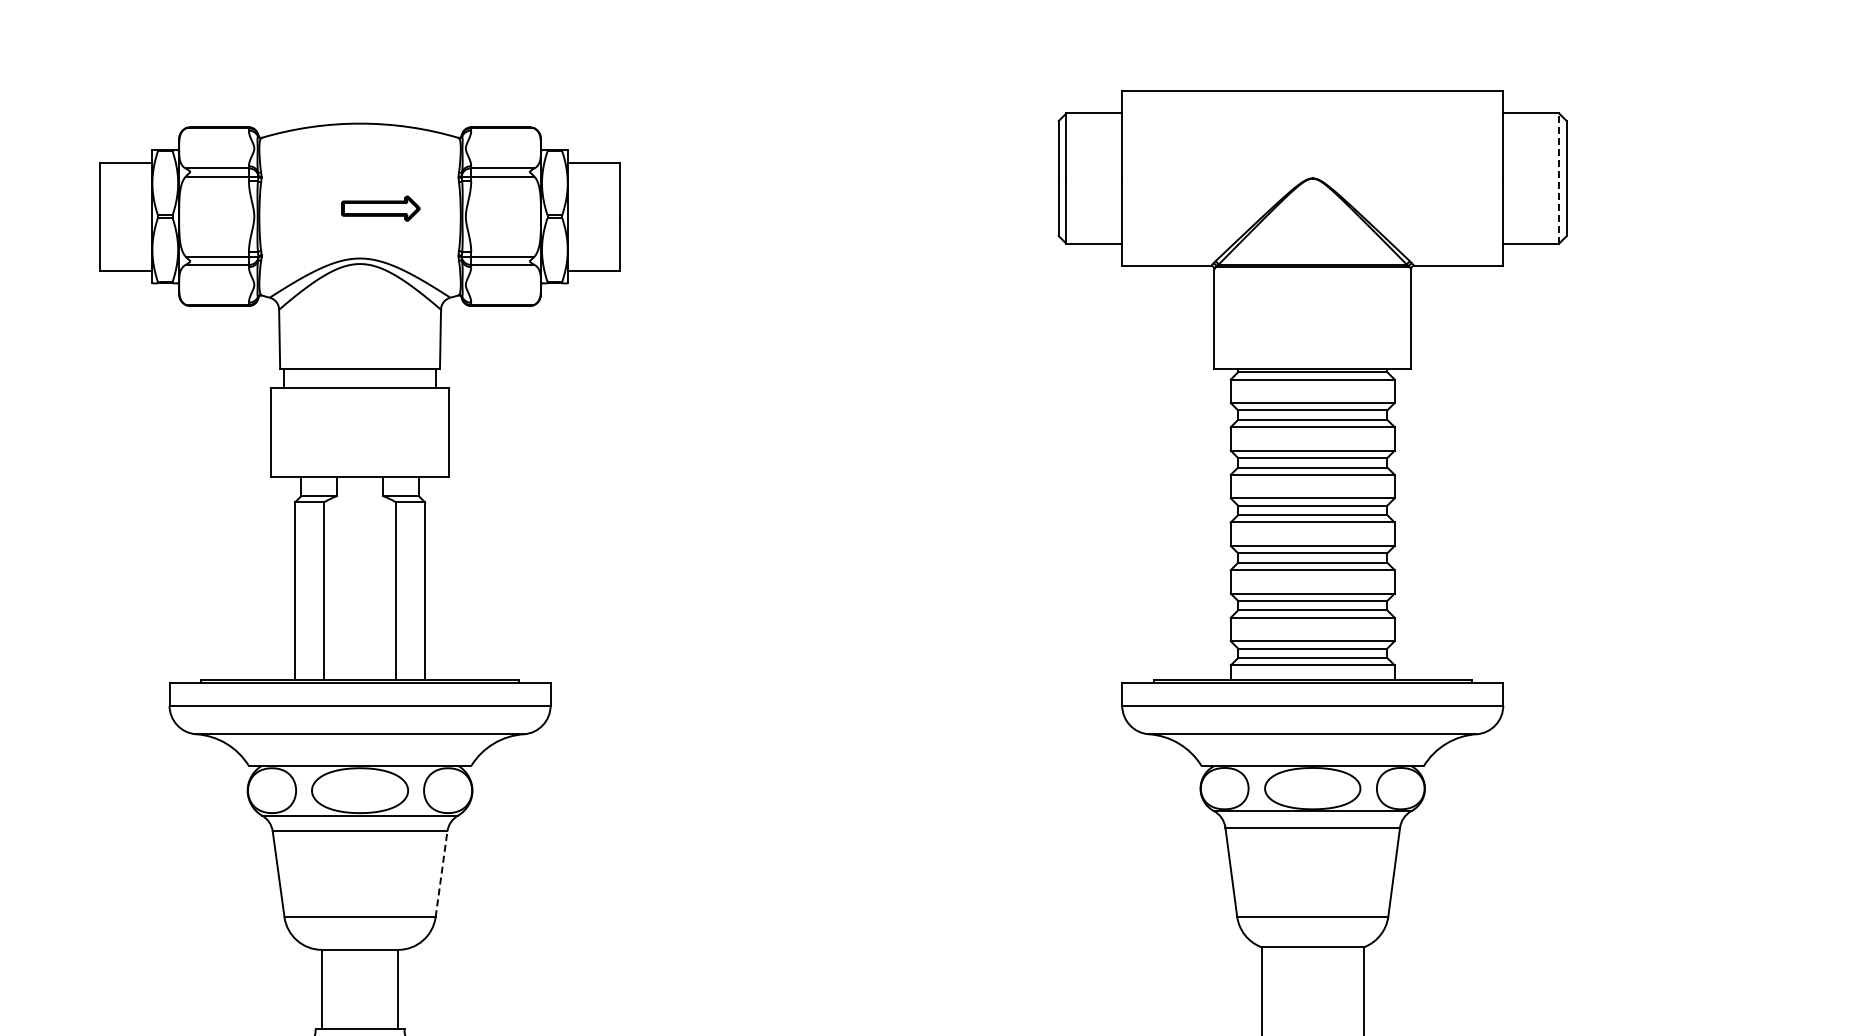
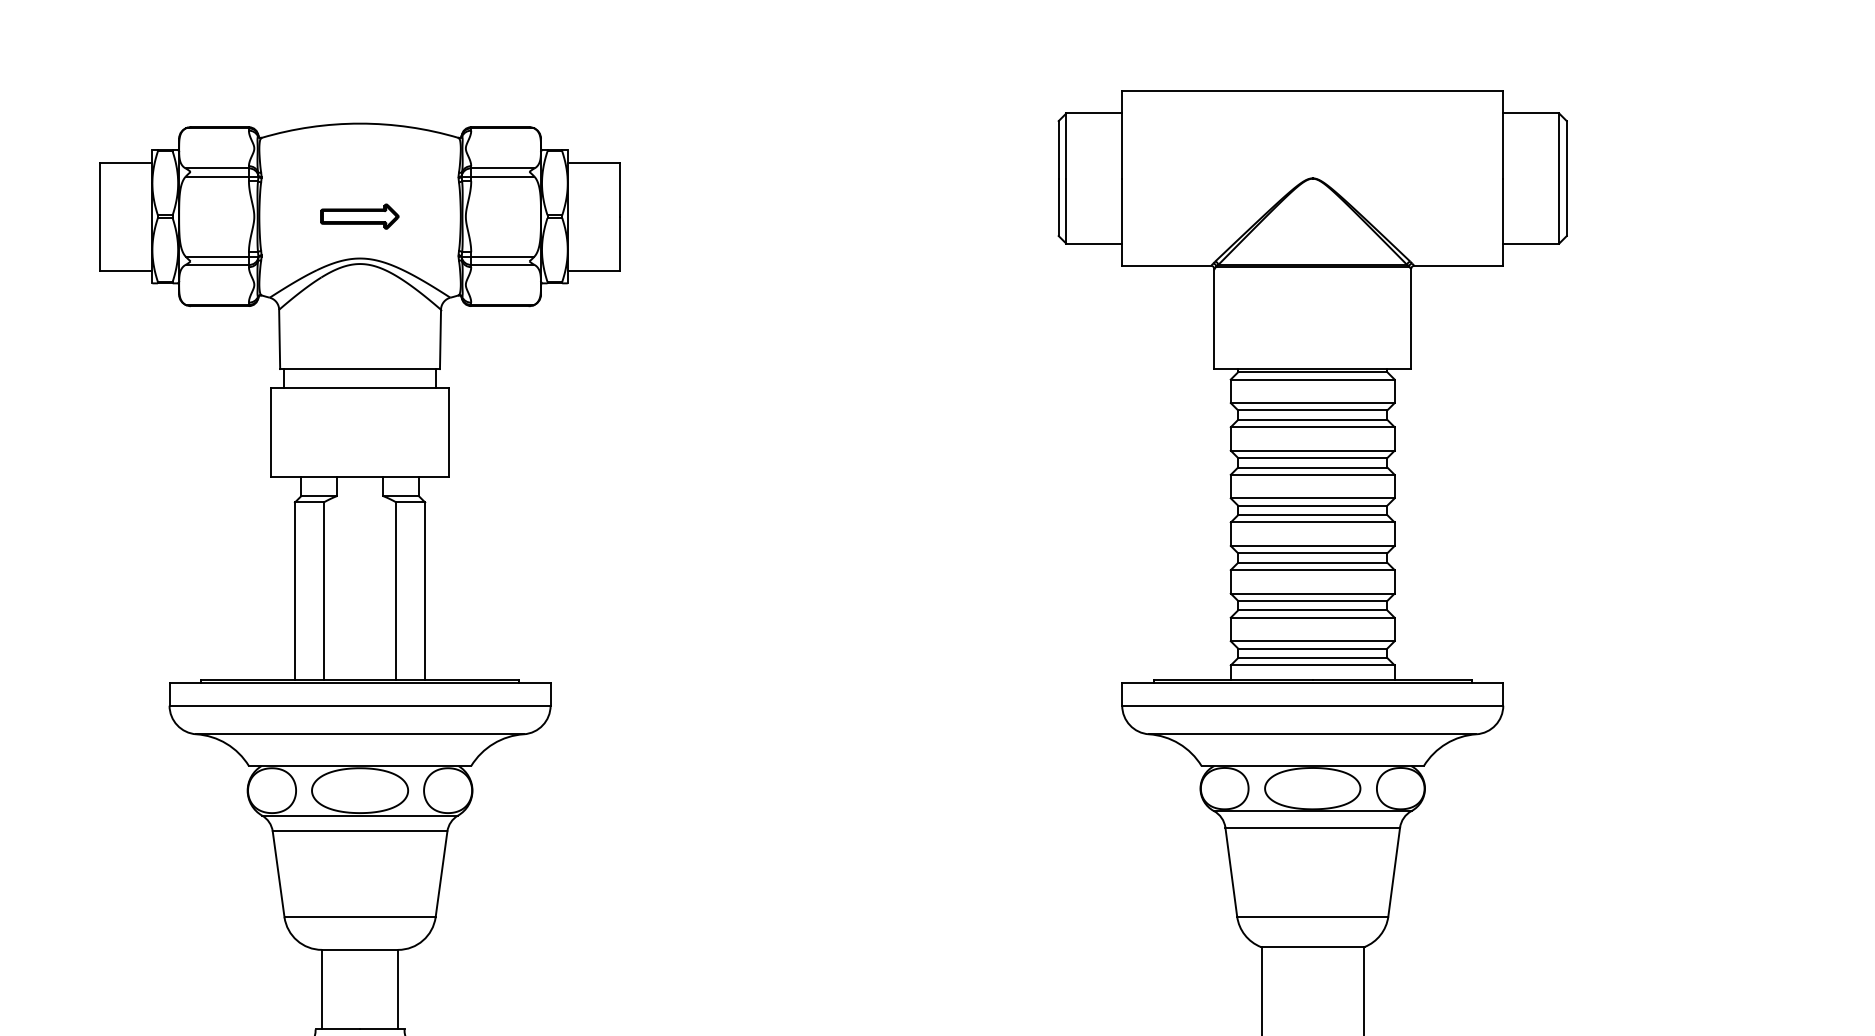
line at (1559, 178): dashed -> solid
part at (380, 208) position: (380, 208) -> (359, 216)
line at (441, 873): dashed -> solid
